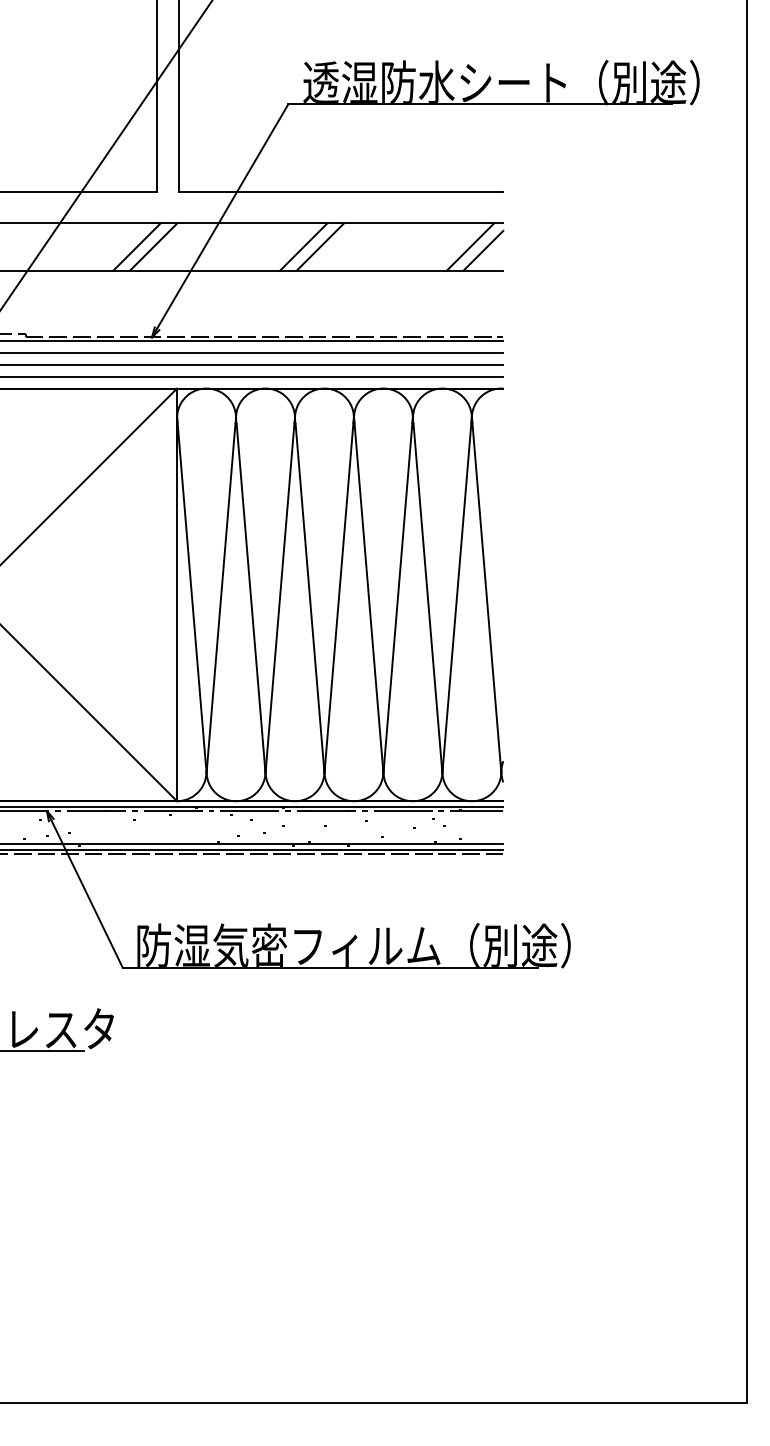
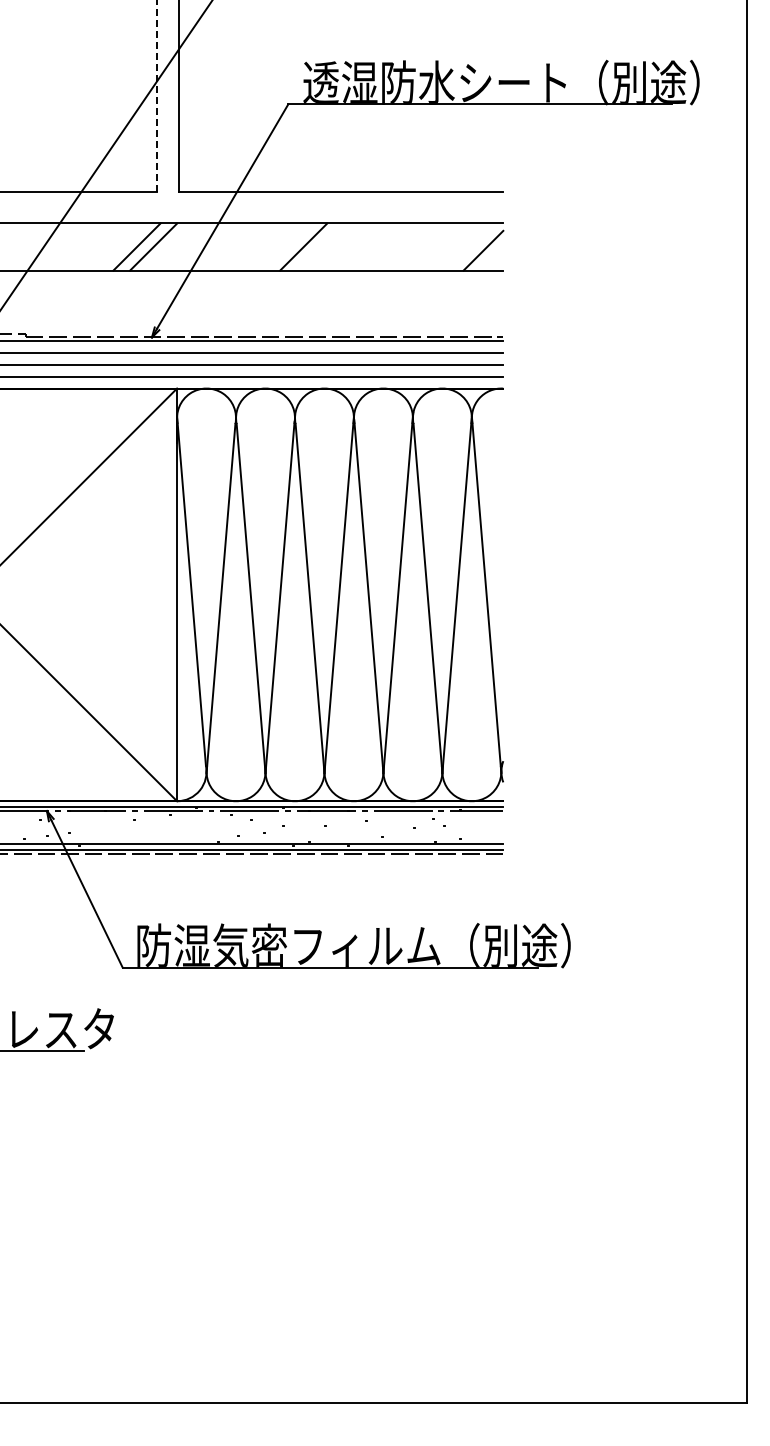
line at (156, 96): solid -> dashed
line at (319, 246): present -> none
line at (470, 246): present -> none
